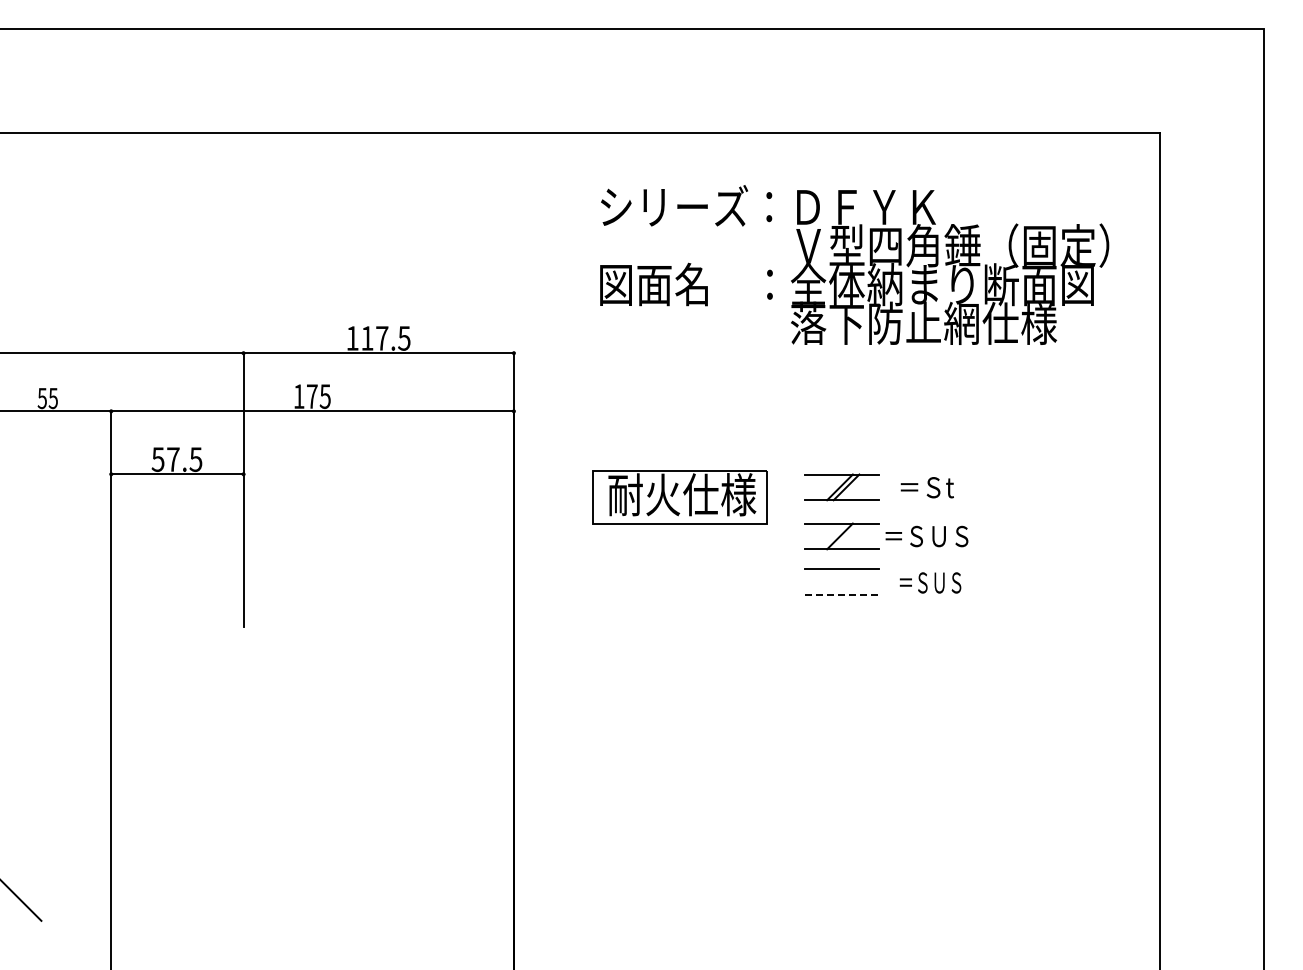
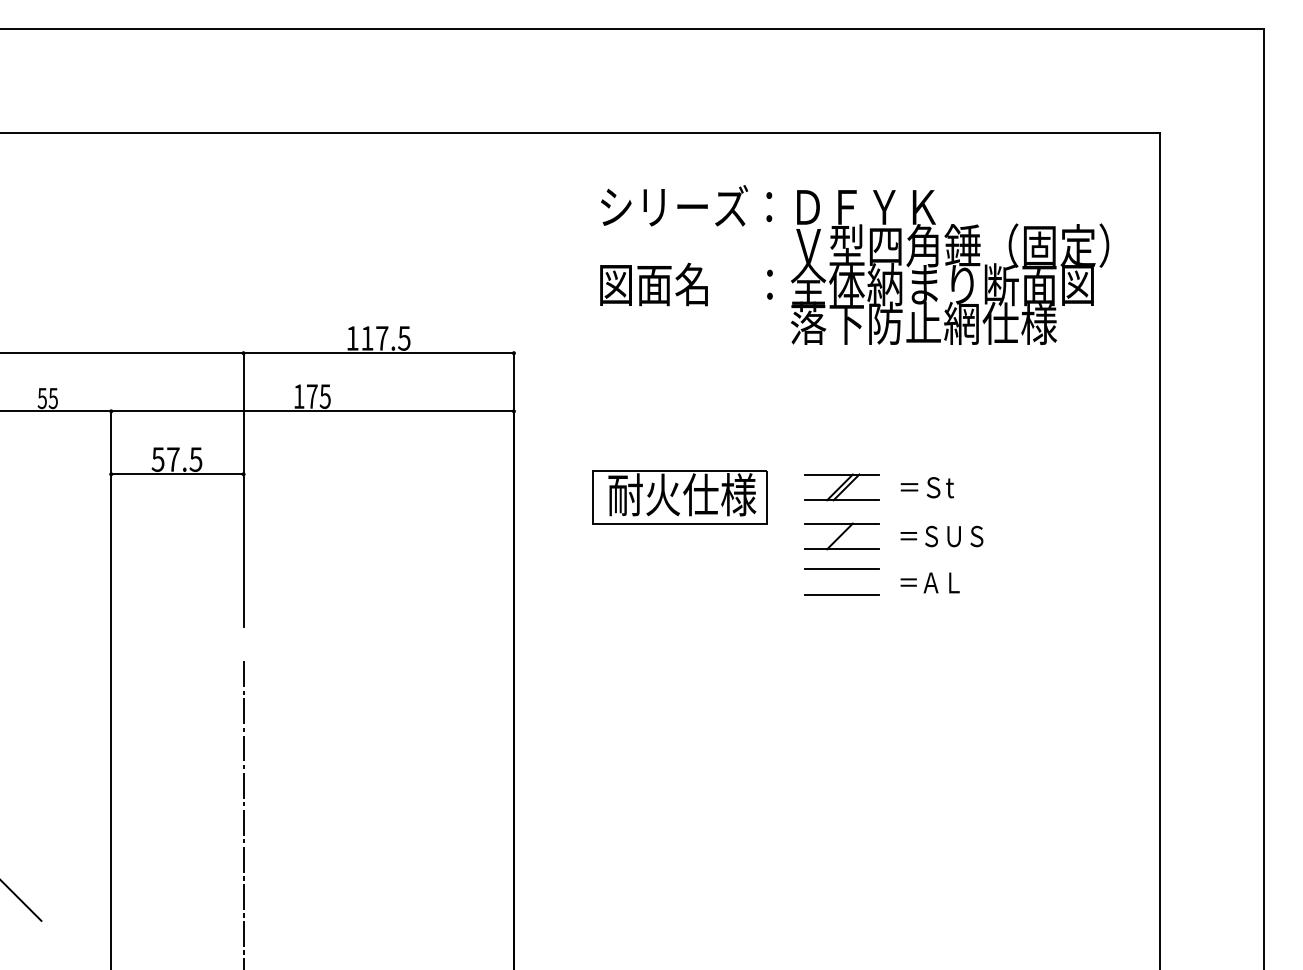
text at (926, 536) position: (926, 536) -> (941, 536)
text at (930, 582): ＝ＳＵＳ -> ＝ＡＬ
line at (842, 594): dashed -> solid
line at (243, 813): none -> present
